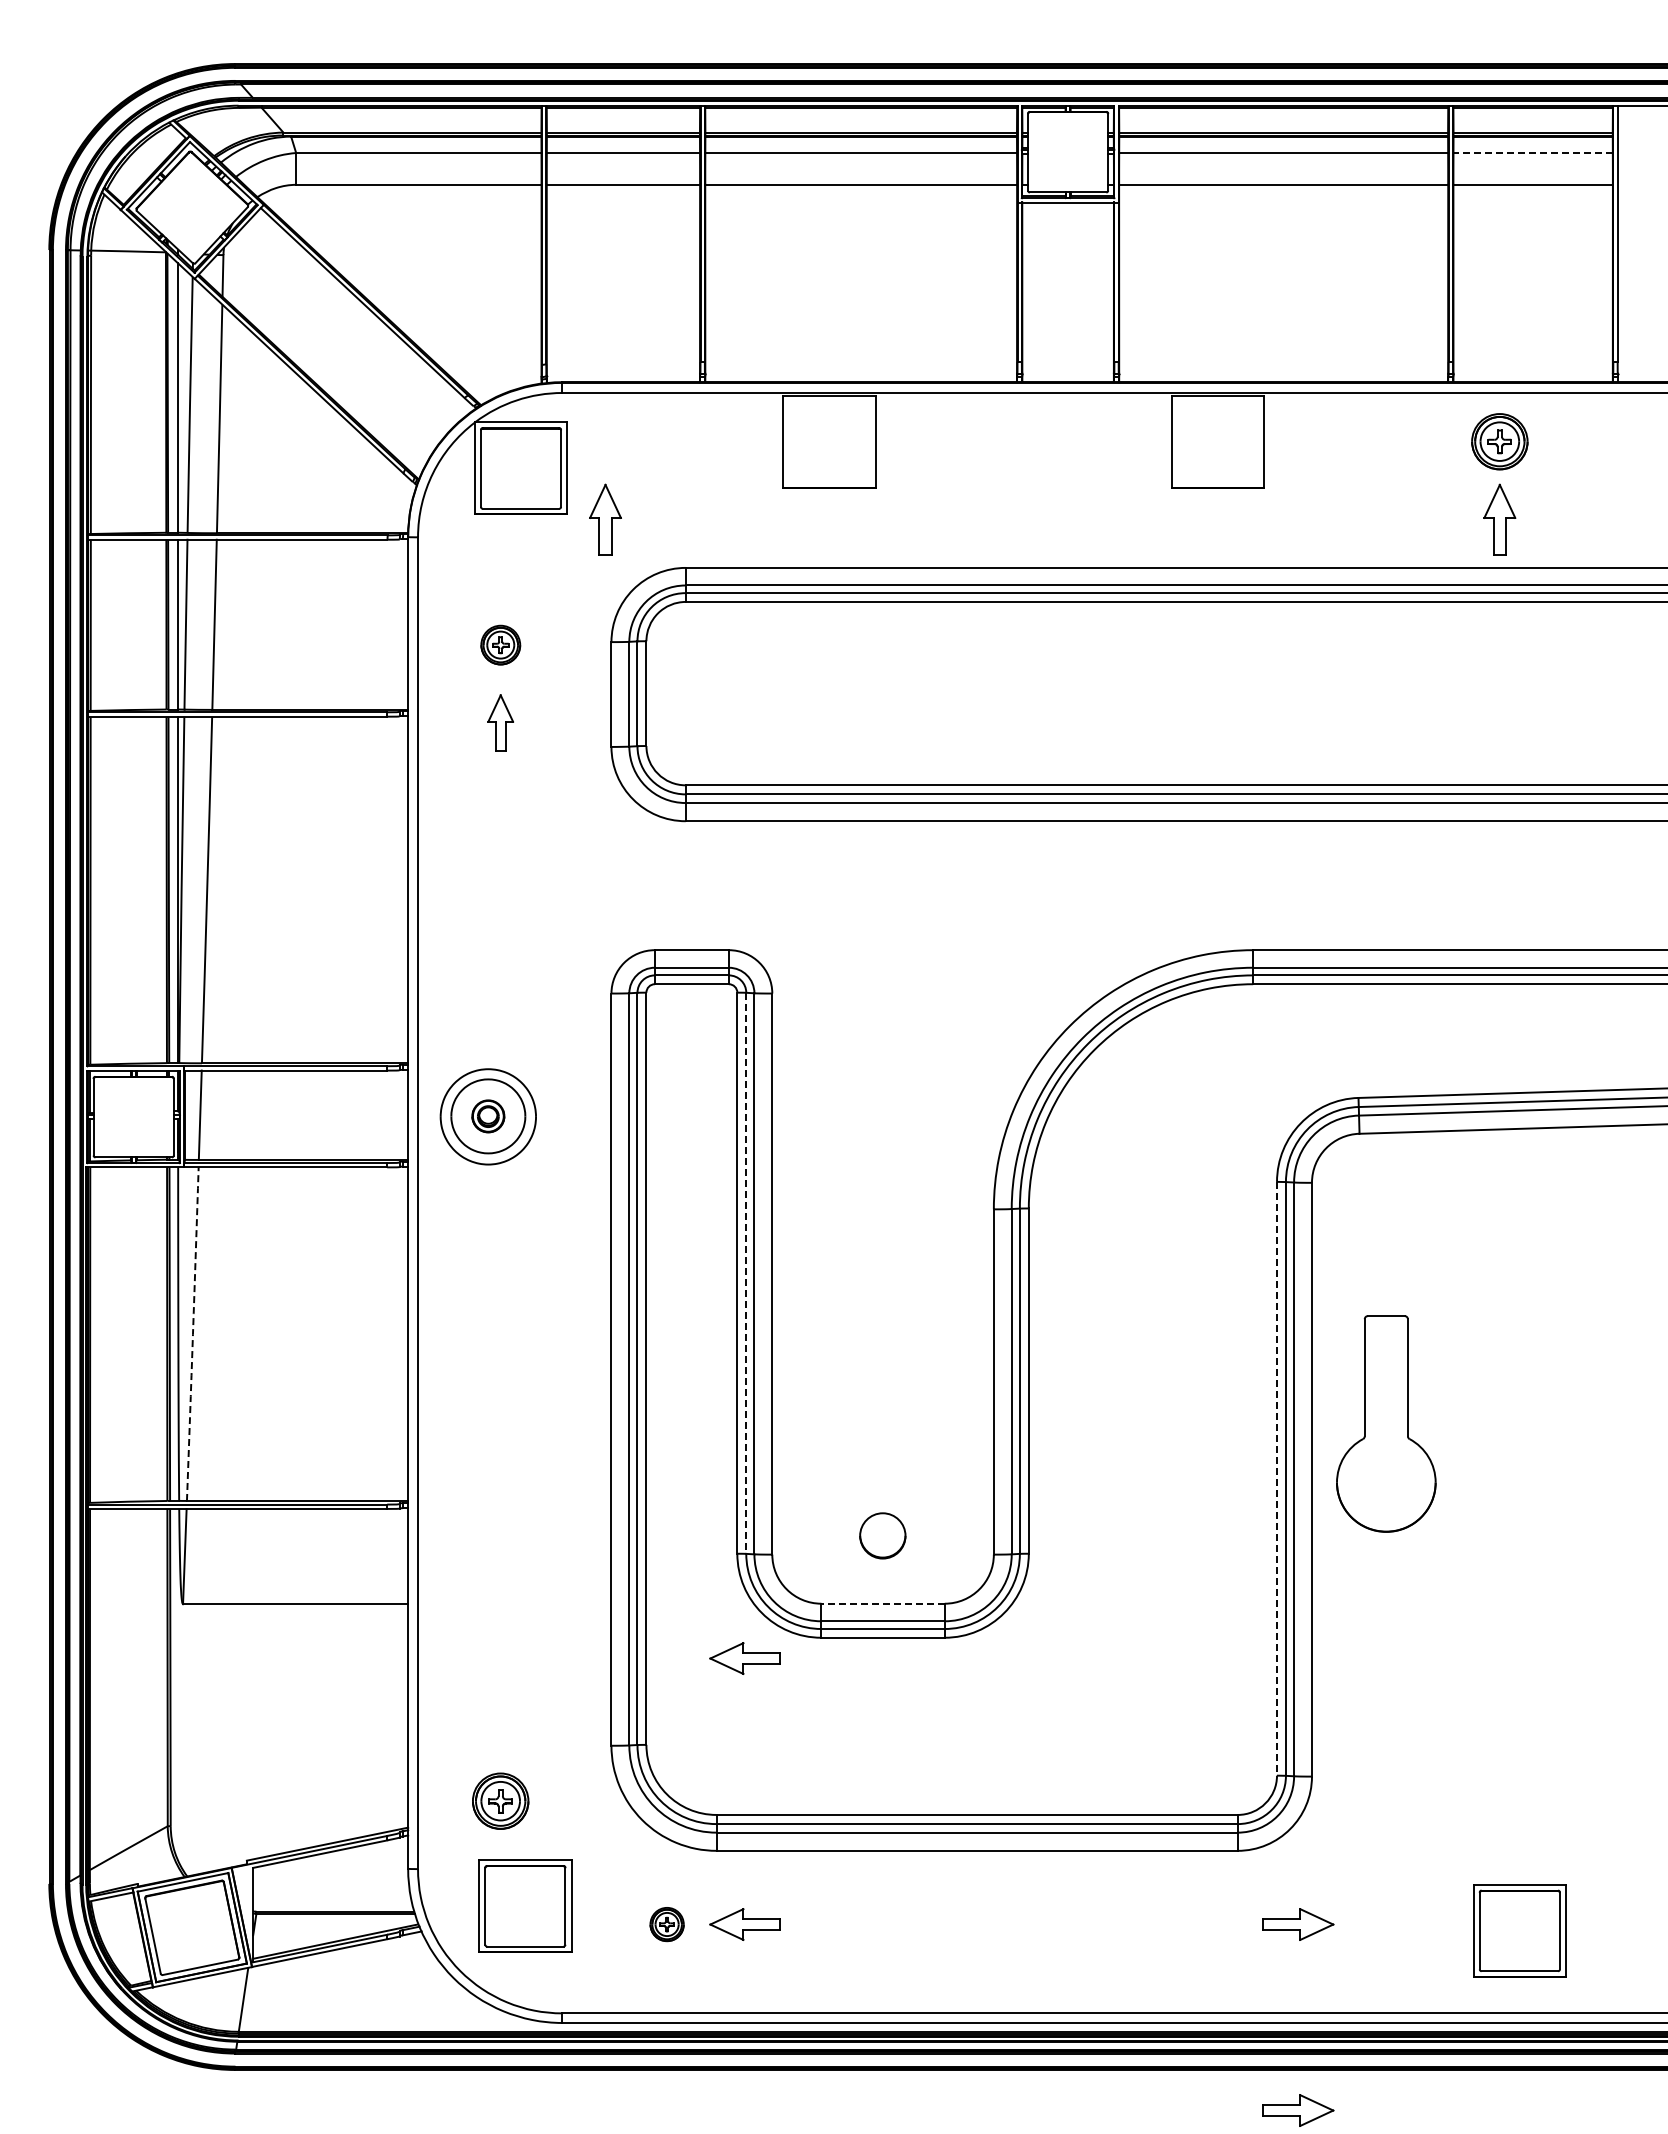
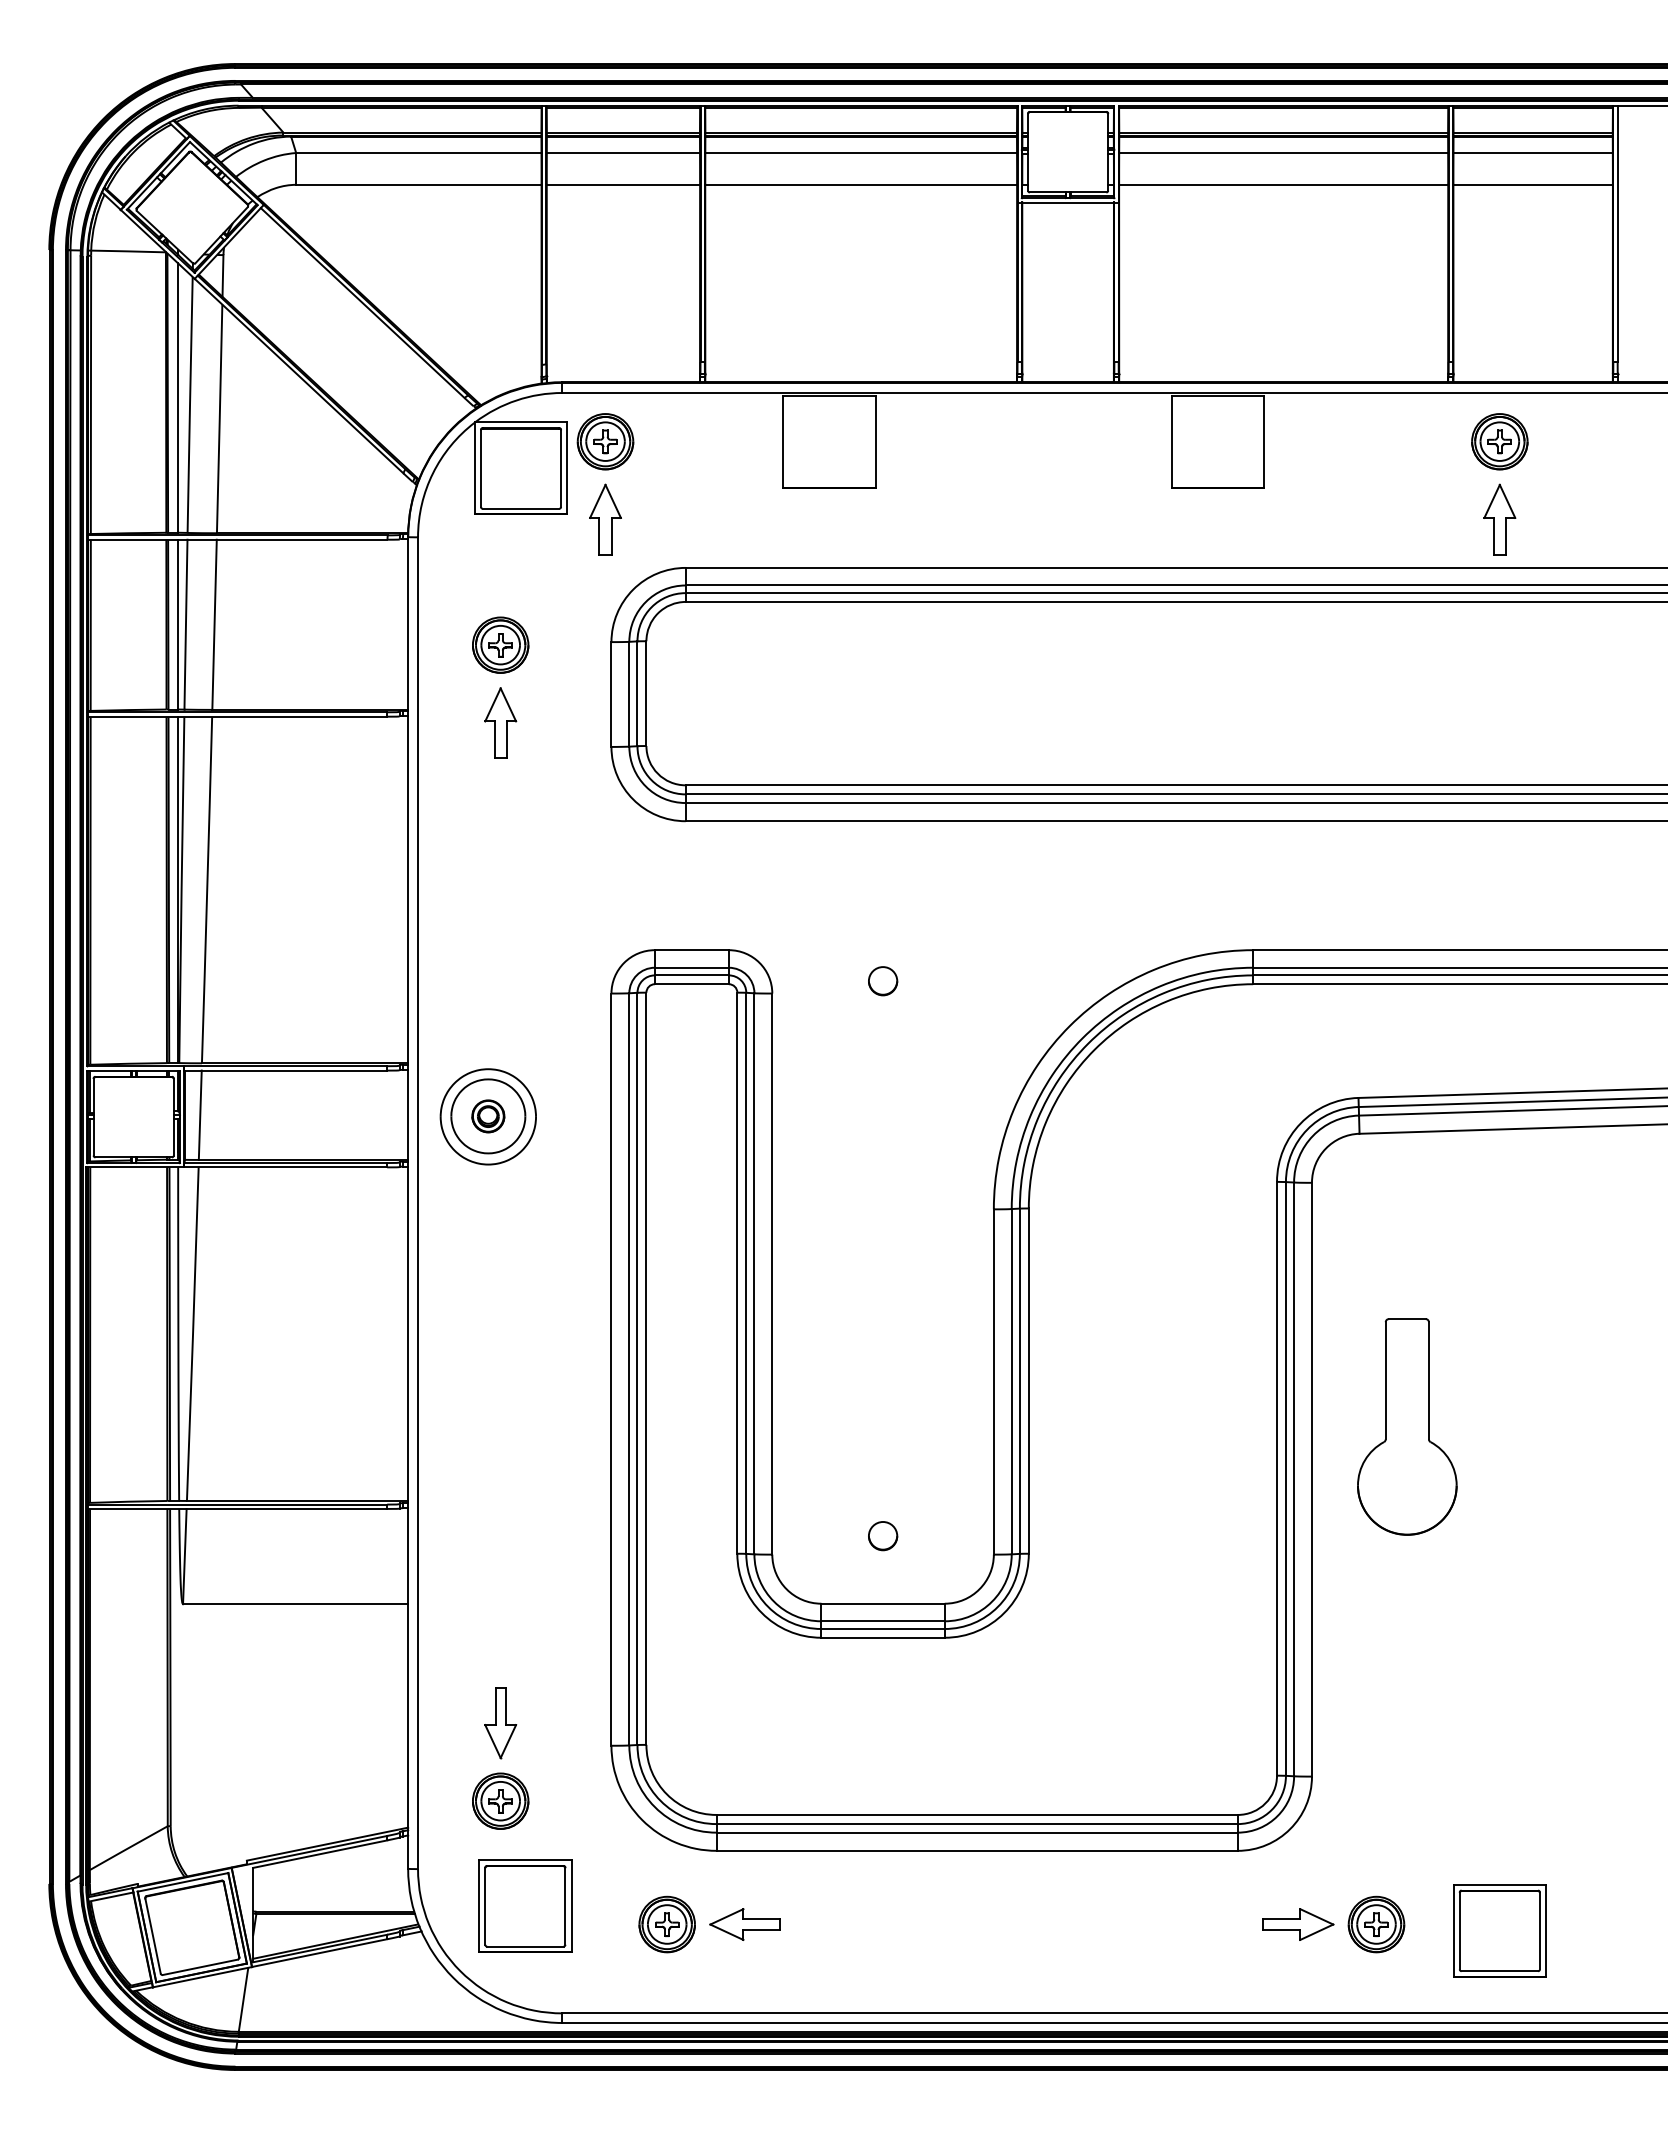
line at (1533, 153): dashed -> solid
part at (605, 441): none -> present
part at (500, 644) size: 42x42 px -> 58x58 px
part at (500, 722) size: 27x58 px -> 34x72 px
part at (883, 981): none -> present
line at (746, 1273): dashed -> solid
arc at (192, 1334): dashed -> solid
part at (1386, 1423) position: (1386, 1423) -> (1407, 1426)
line at (1277, 1478): dashed -> solid
part at (882, 1535) size: 48x48 px -> 31x31 px
line at (883, 1603): dashed -> solid
part at (744, 1658): present -> none
part at (500, 1723): none -> present
part at (666, 1924) size: 36x36 px -> 58x59 px
part at (1376, 1924): none -> present
part at (1519, 1930) position: (1519, 1930) -> (1499, 1930)
part at (1298, 2110): present -> none
